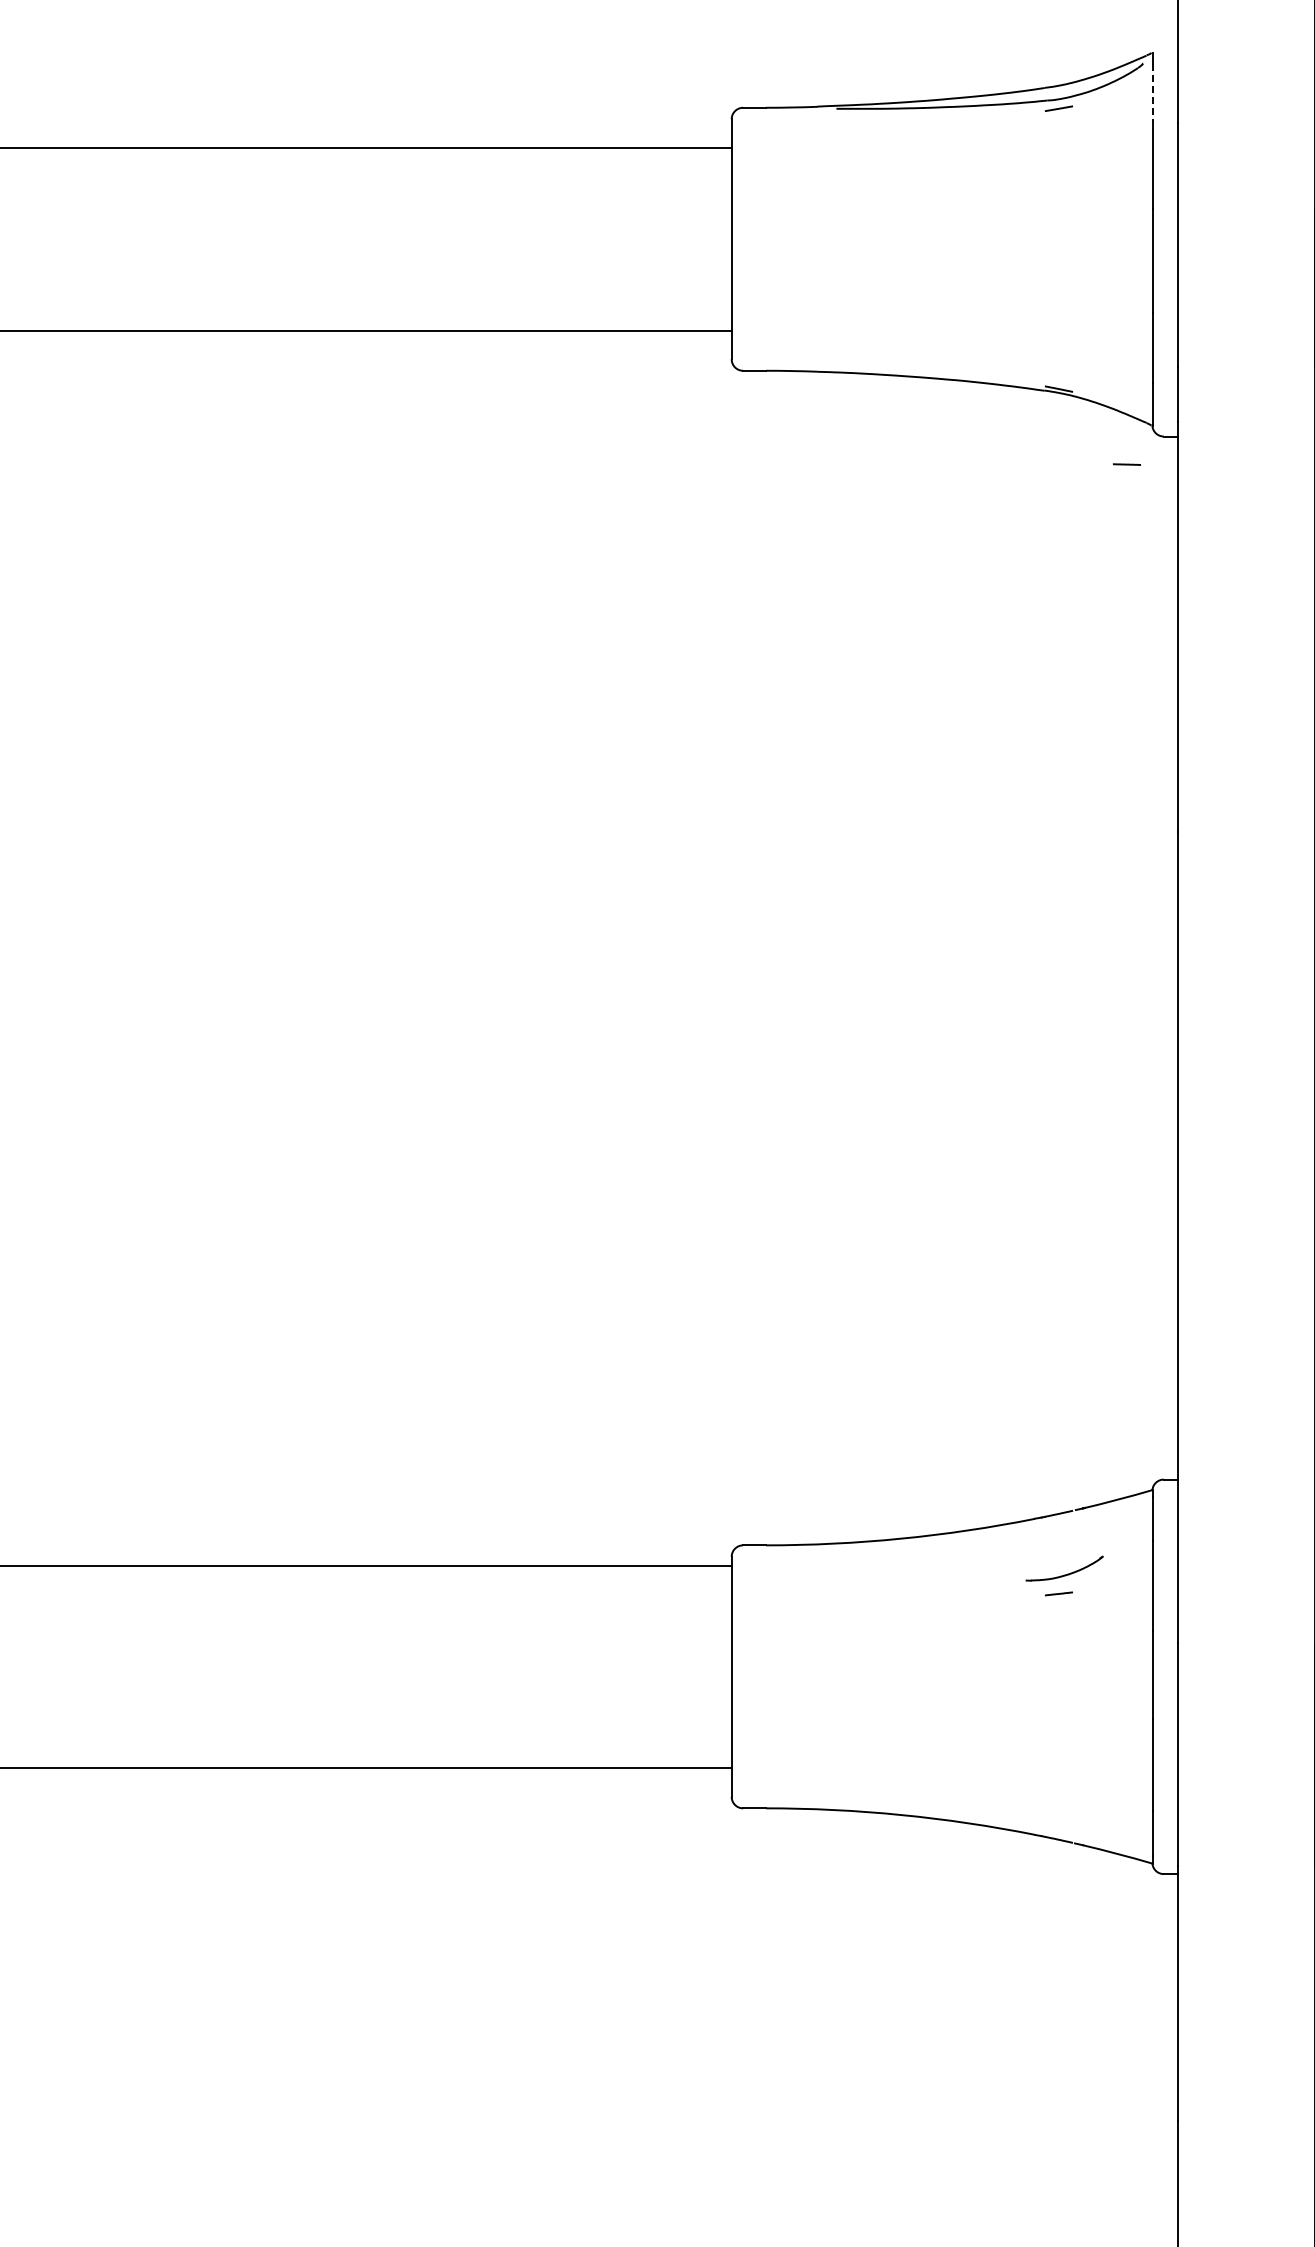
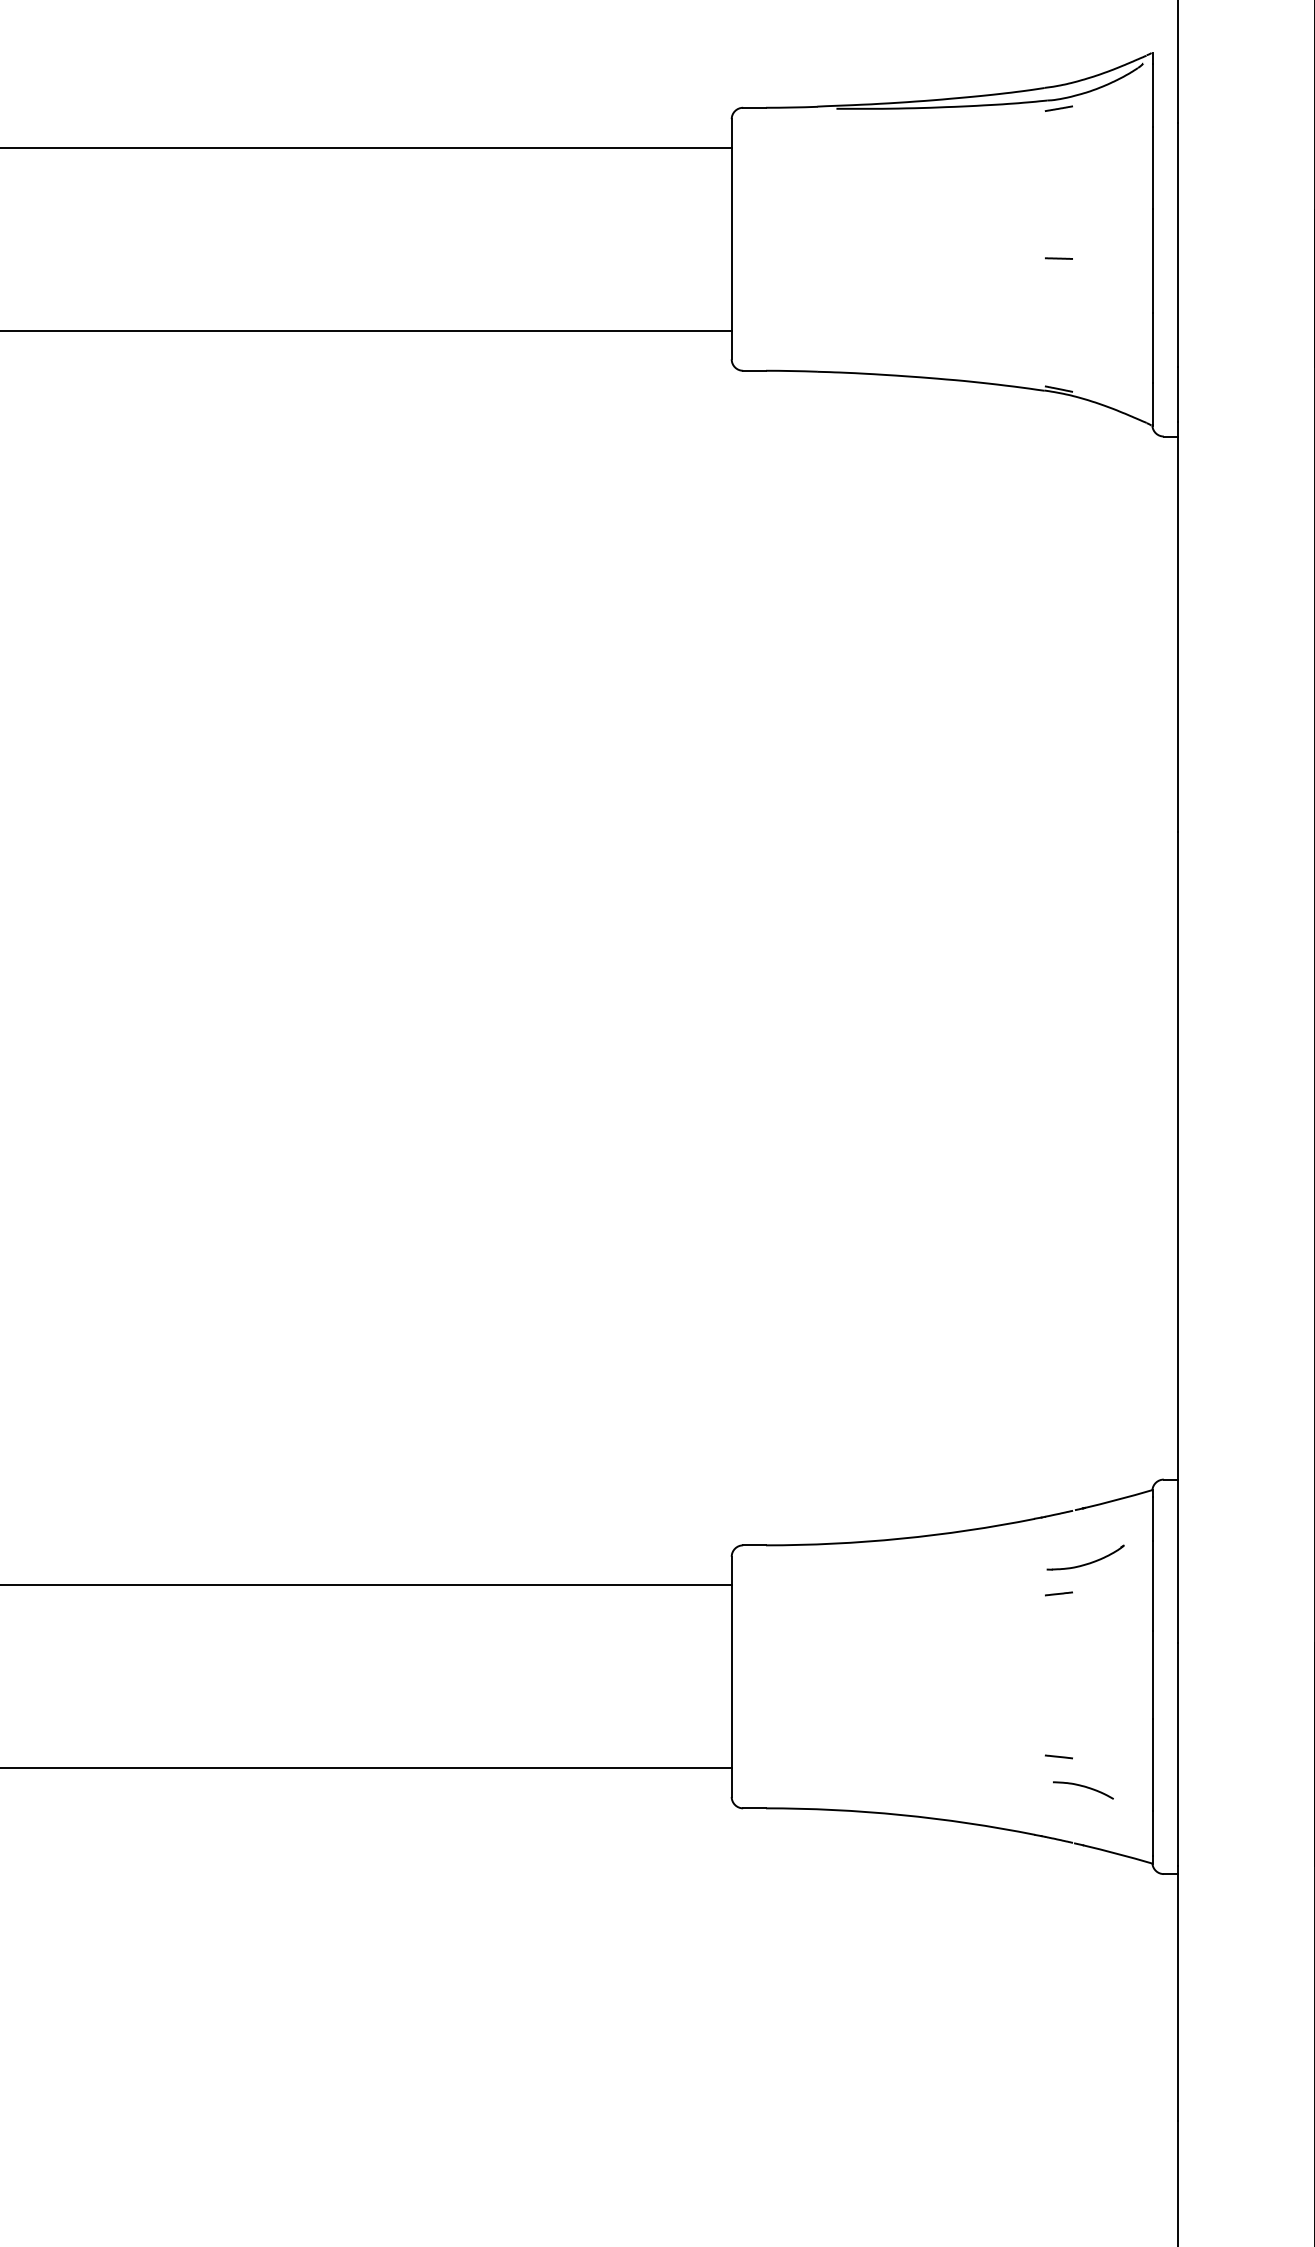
line at (1152, 96): dashed -> solid
line at (1126, 464) position: (1126, 464) -> (1058, 258)
line at (366, 1566) position: (366, 1566) -> (366, 1585)
part at (1064, 1568) position: (1064, 1568) -> (1085, 1557)
line at (1058, 1756): none -> present
curve at (1083, 1787): none -> present
